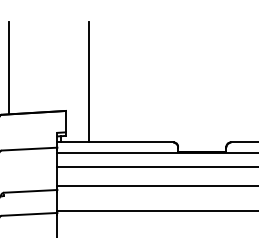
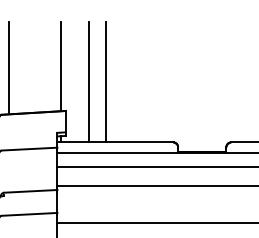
line at (61, 66): none -> present
line at (105, 81): none -> present
line at (156, 211) position: (156, 211) -> (156, 223)
